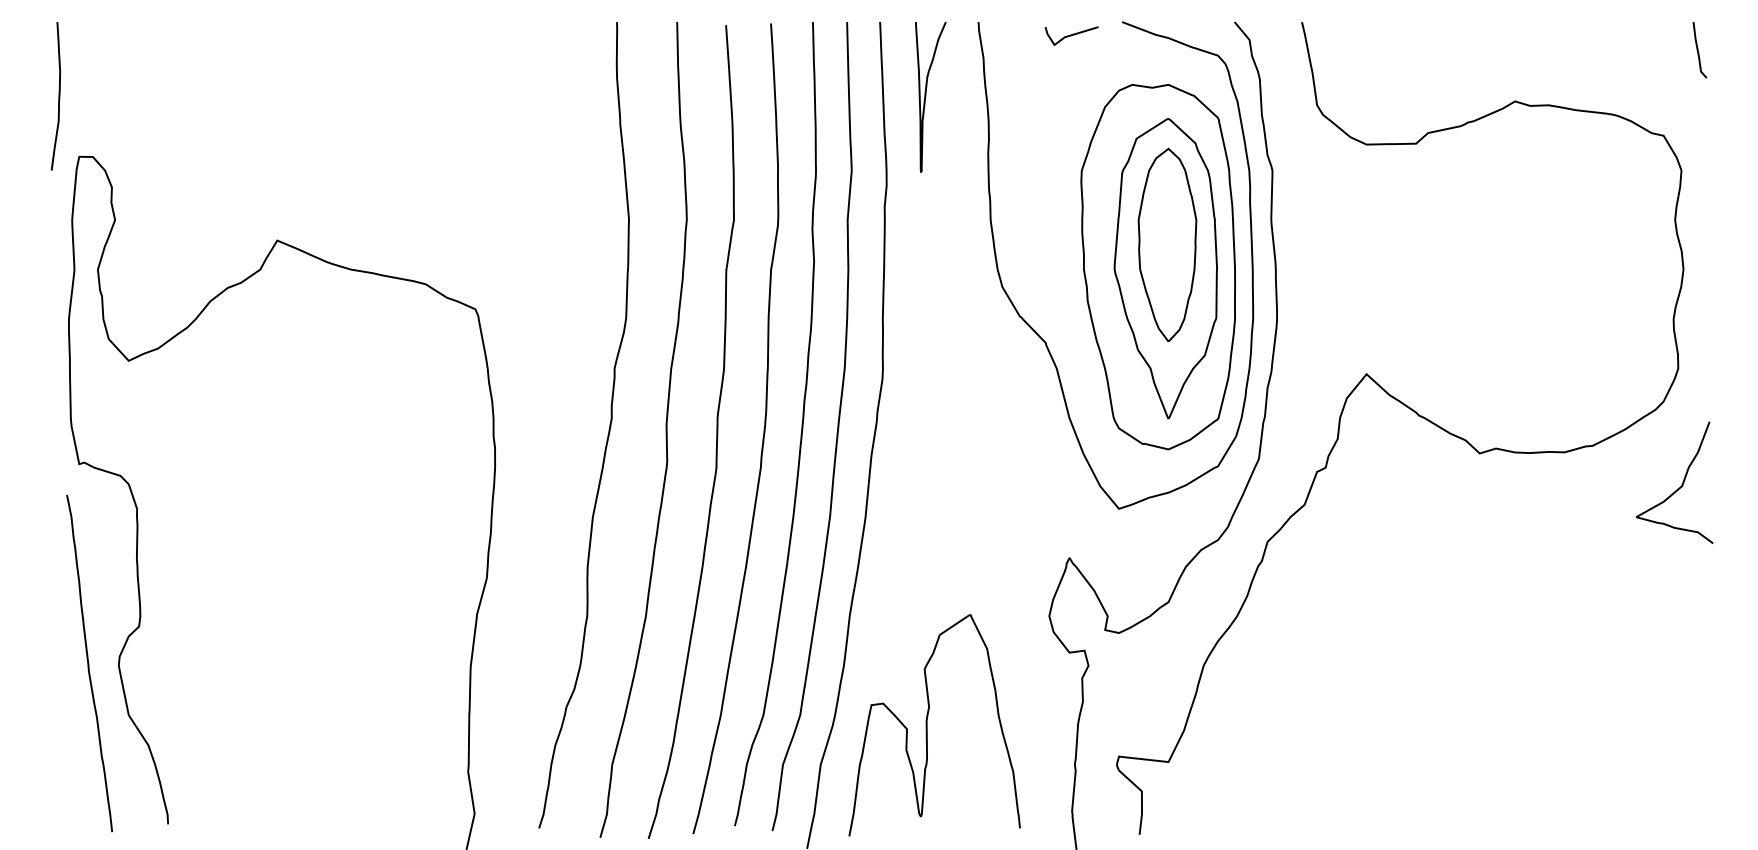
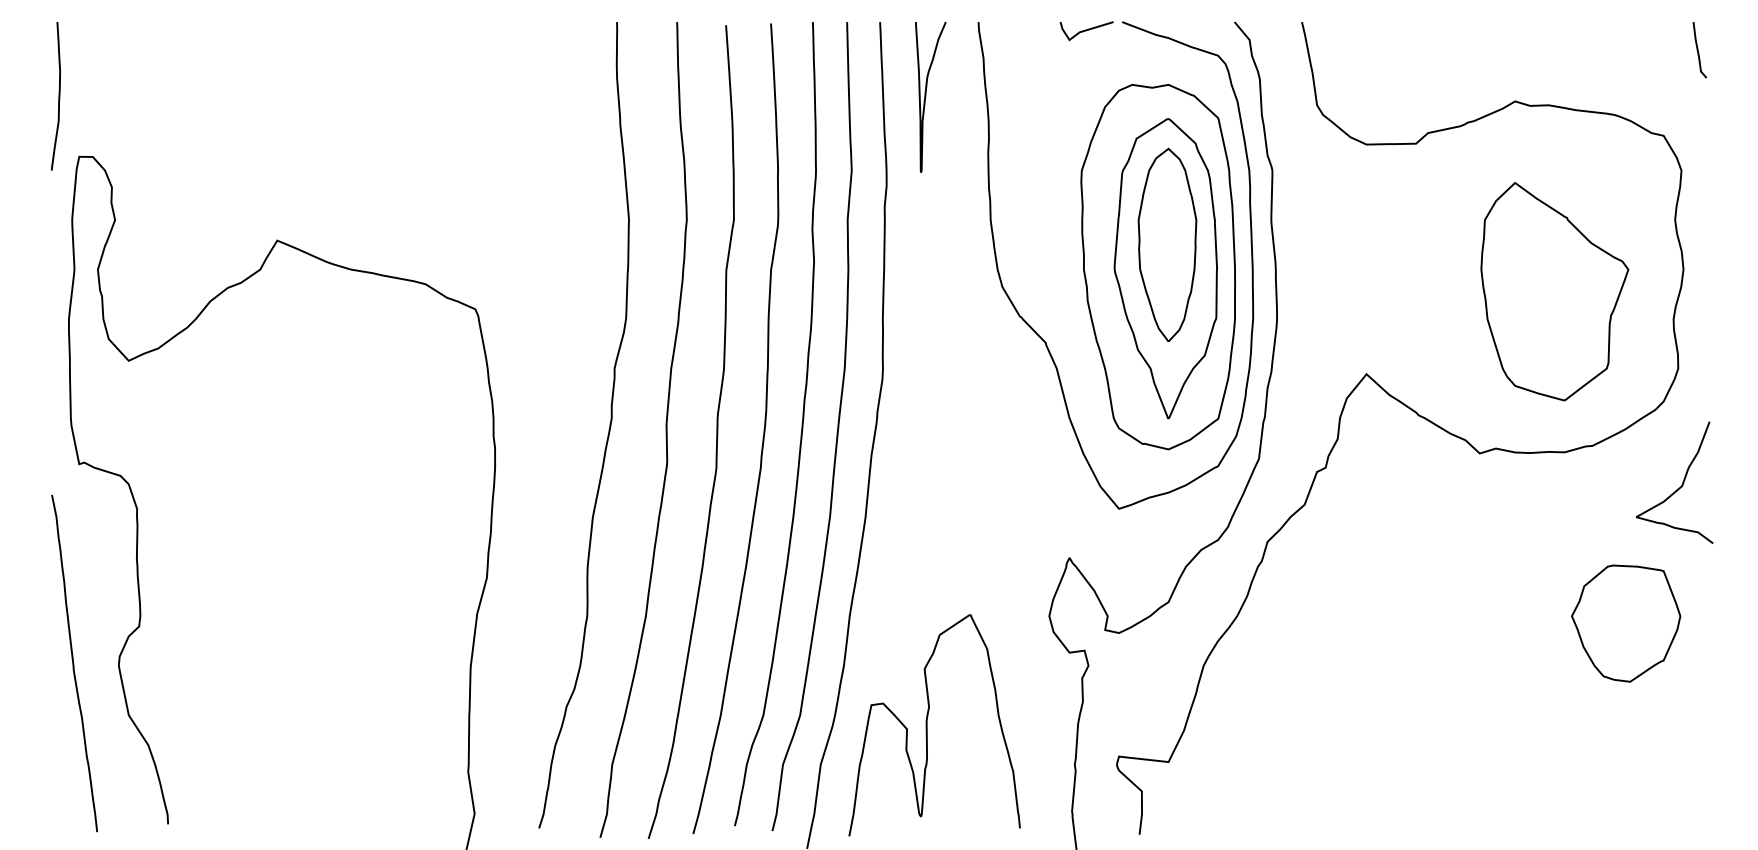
line at (1071, 36) position: (1071, 36) -> (1086, 31)
part at (1554, 291): none -> present
part at (1626, 623): none -> present
curve at (89, 663) position: (89, 663) -> (74, 663)
